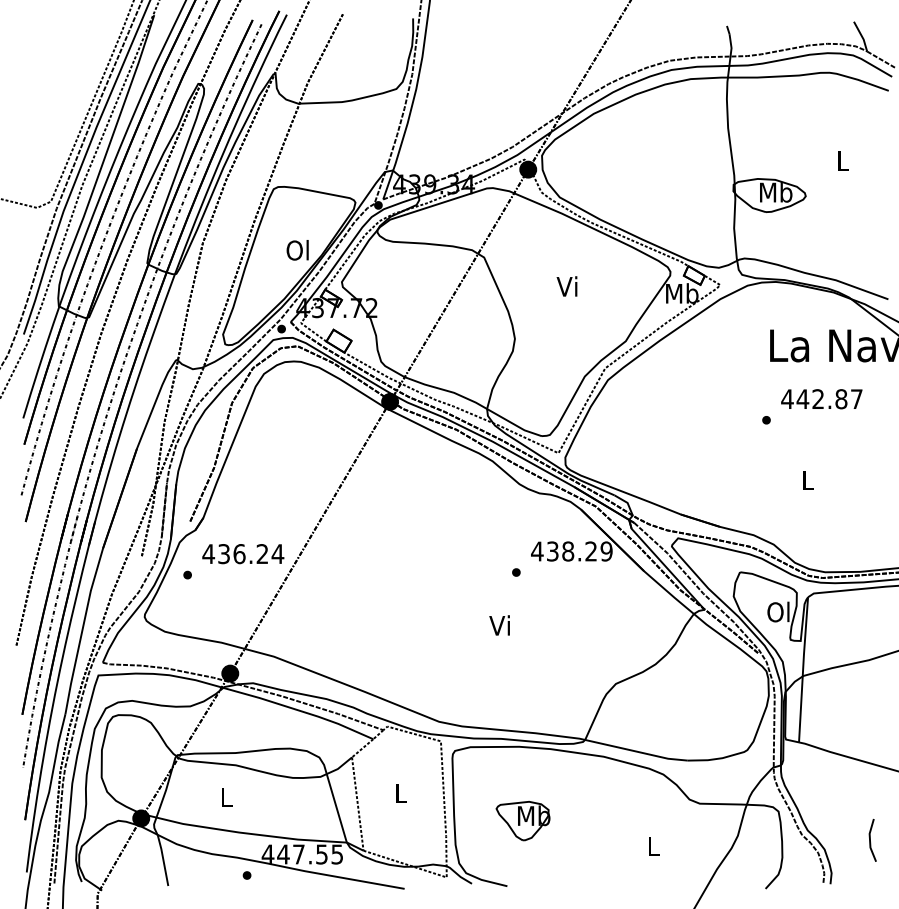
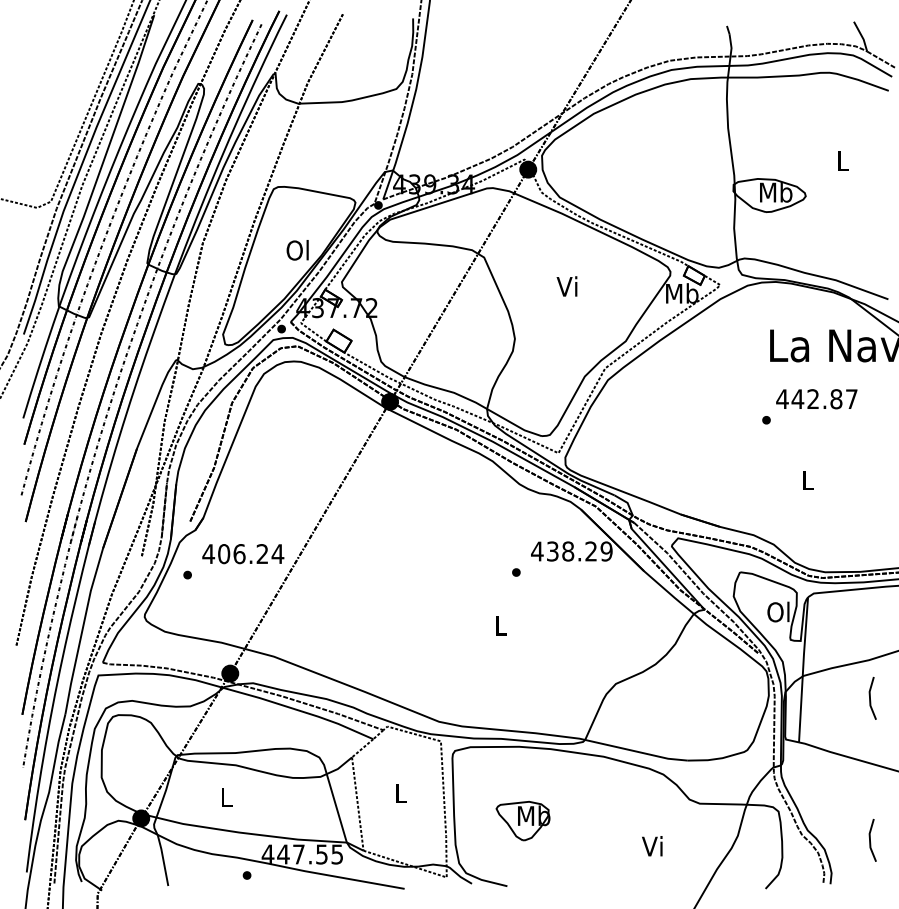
text at (821, 399) position: (821, 399) -> (816, 399)
text at (224, 554): 436.24 -> 406.24
text at (499, 625): Vi -> L
line at (870, 697): none -> present
text at (652, 846): L -> Vi
